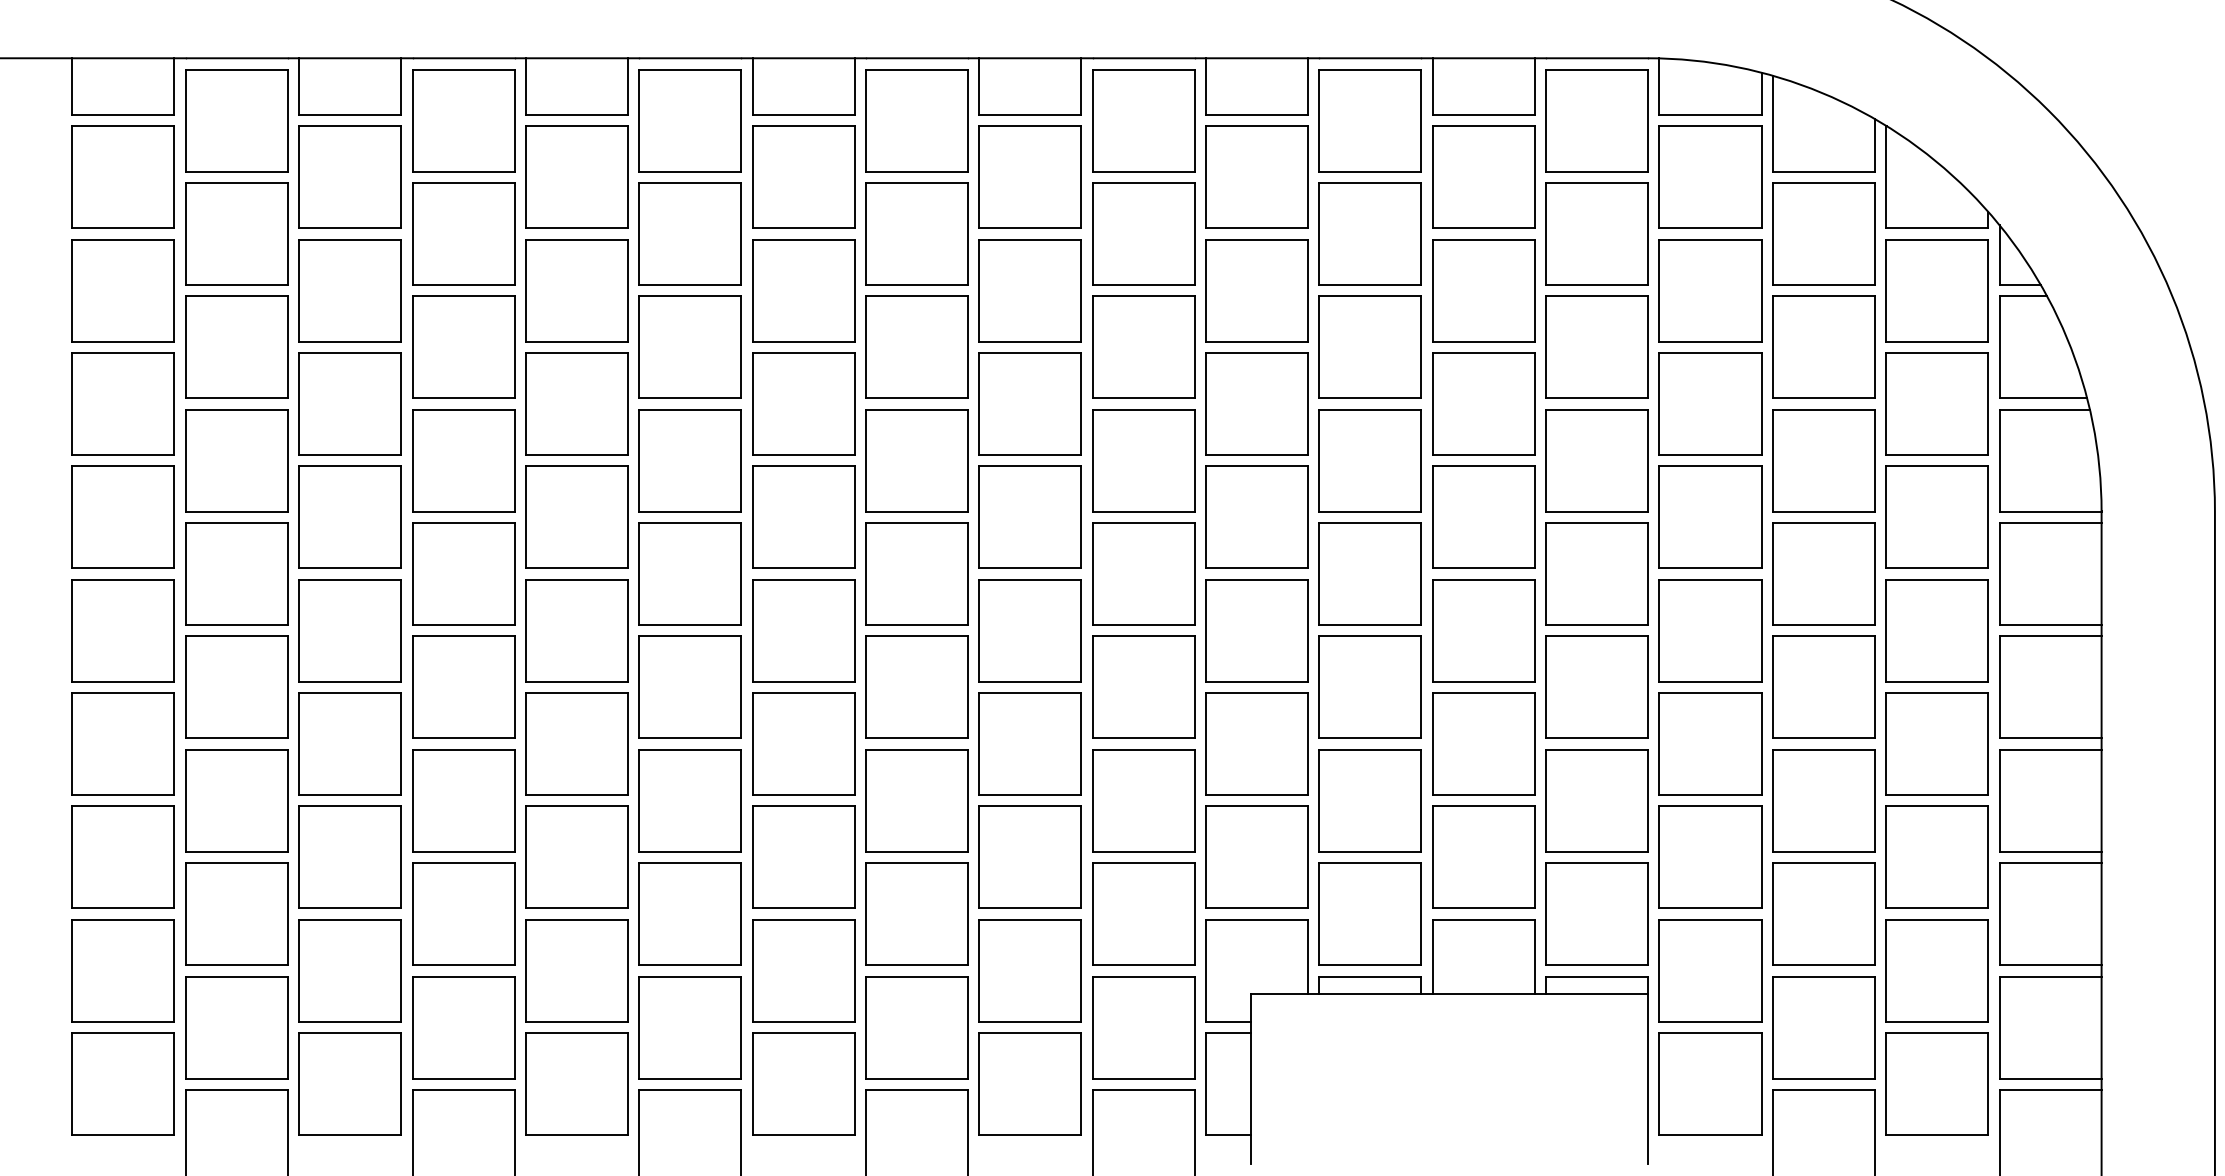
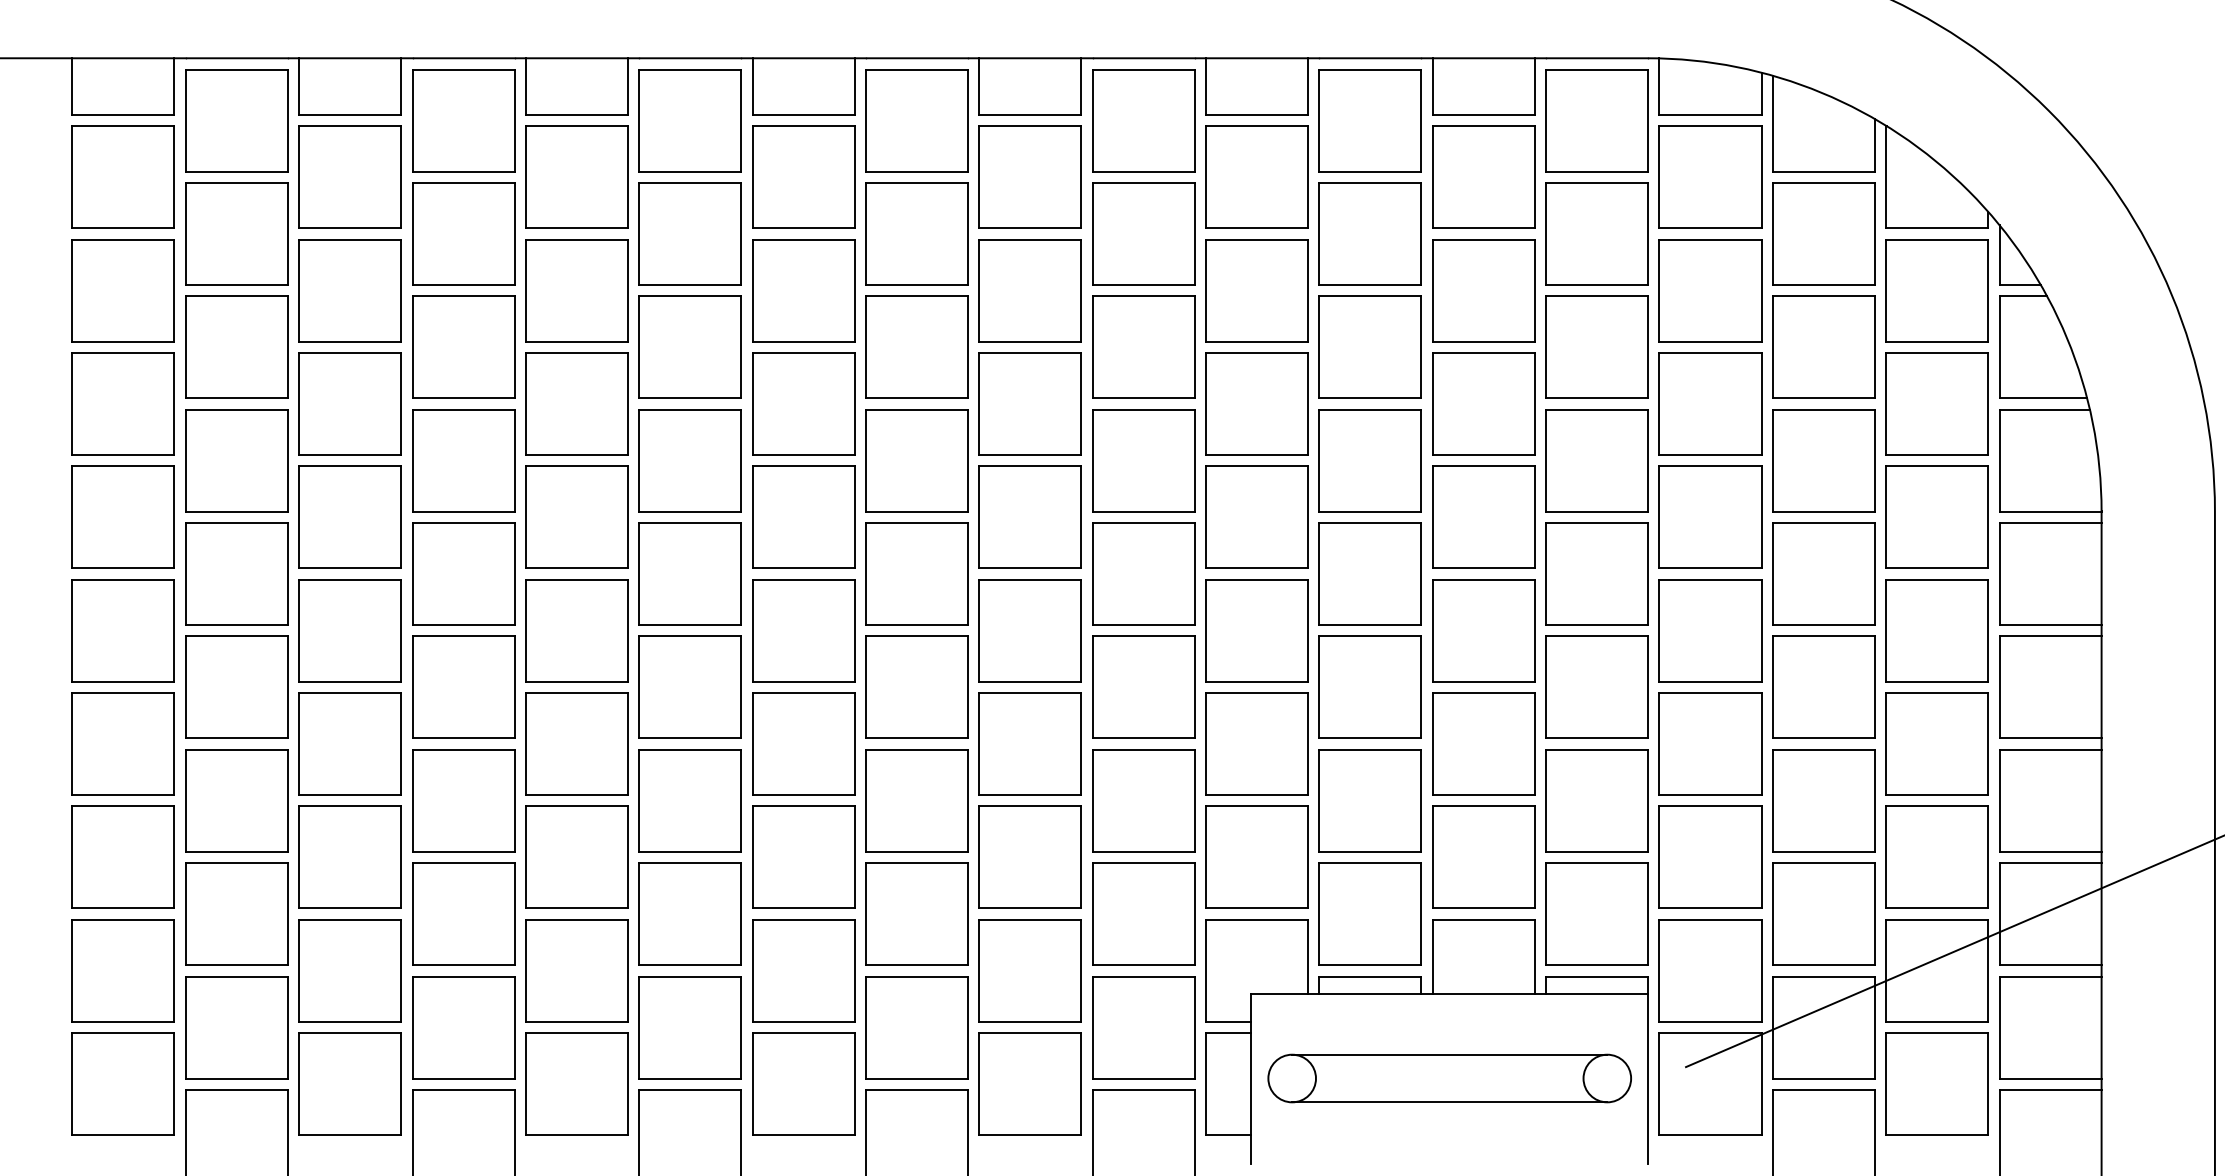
line at (1953, 951): none -> present
part at (1449, 1078): none -> present
